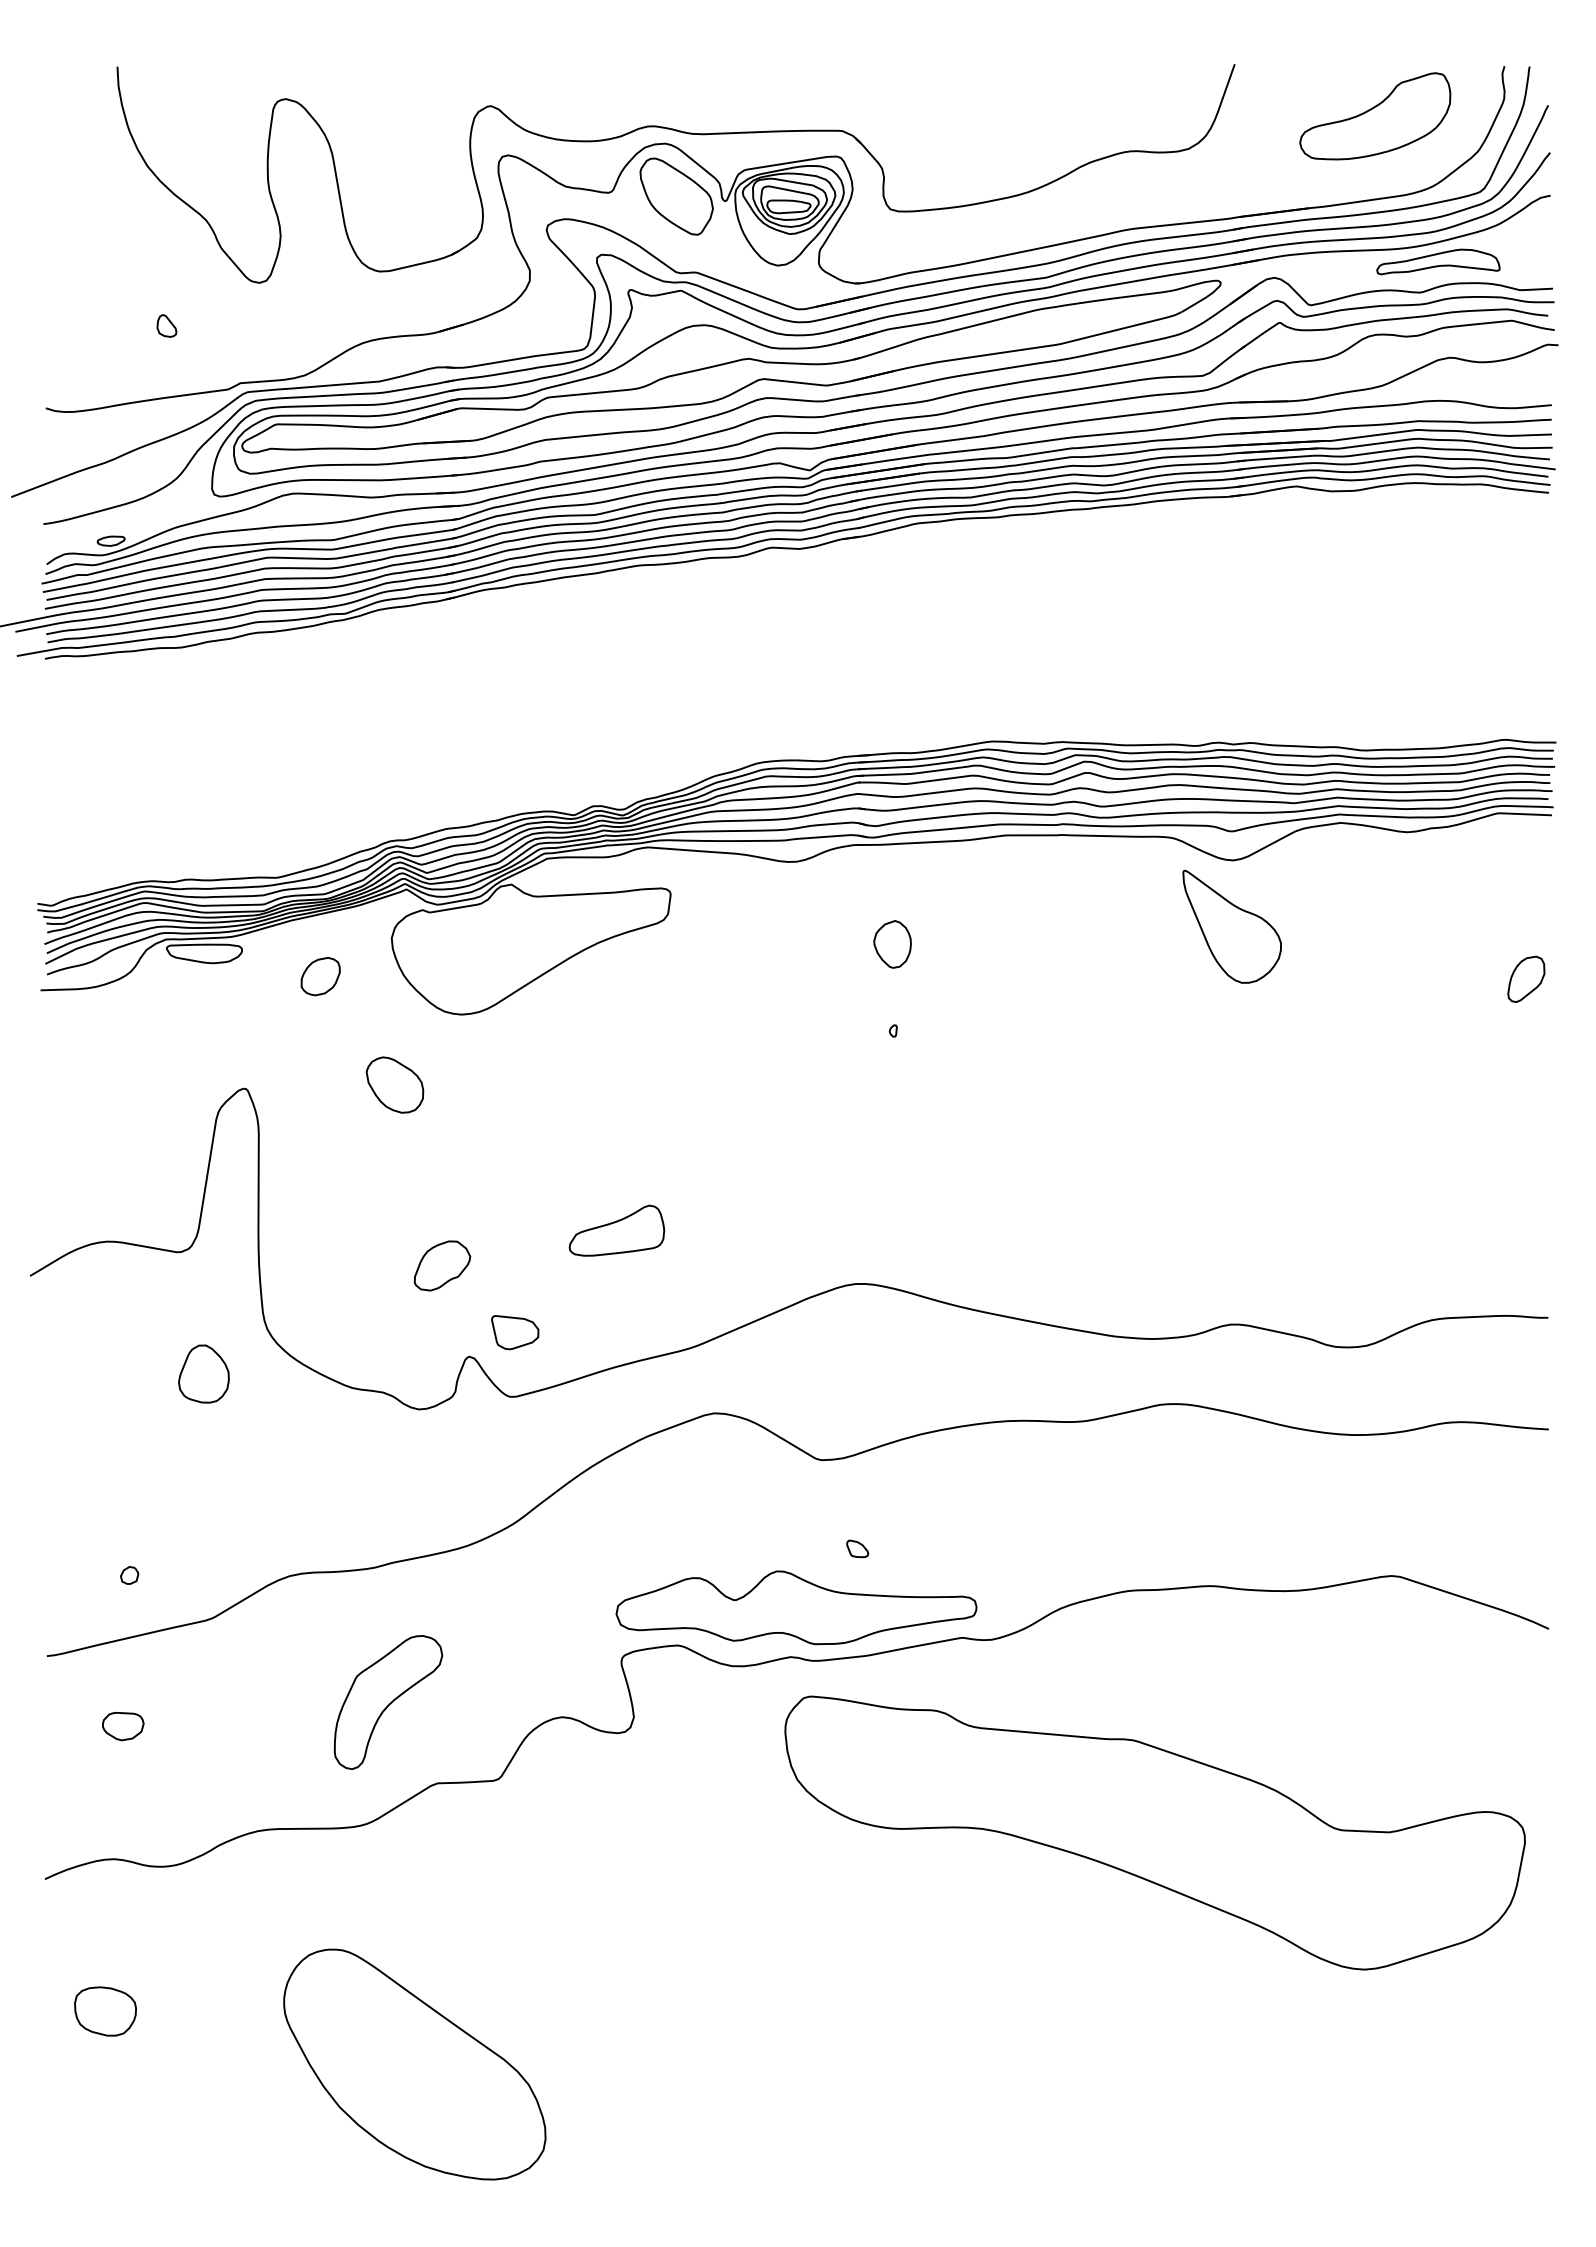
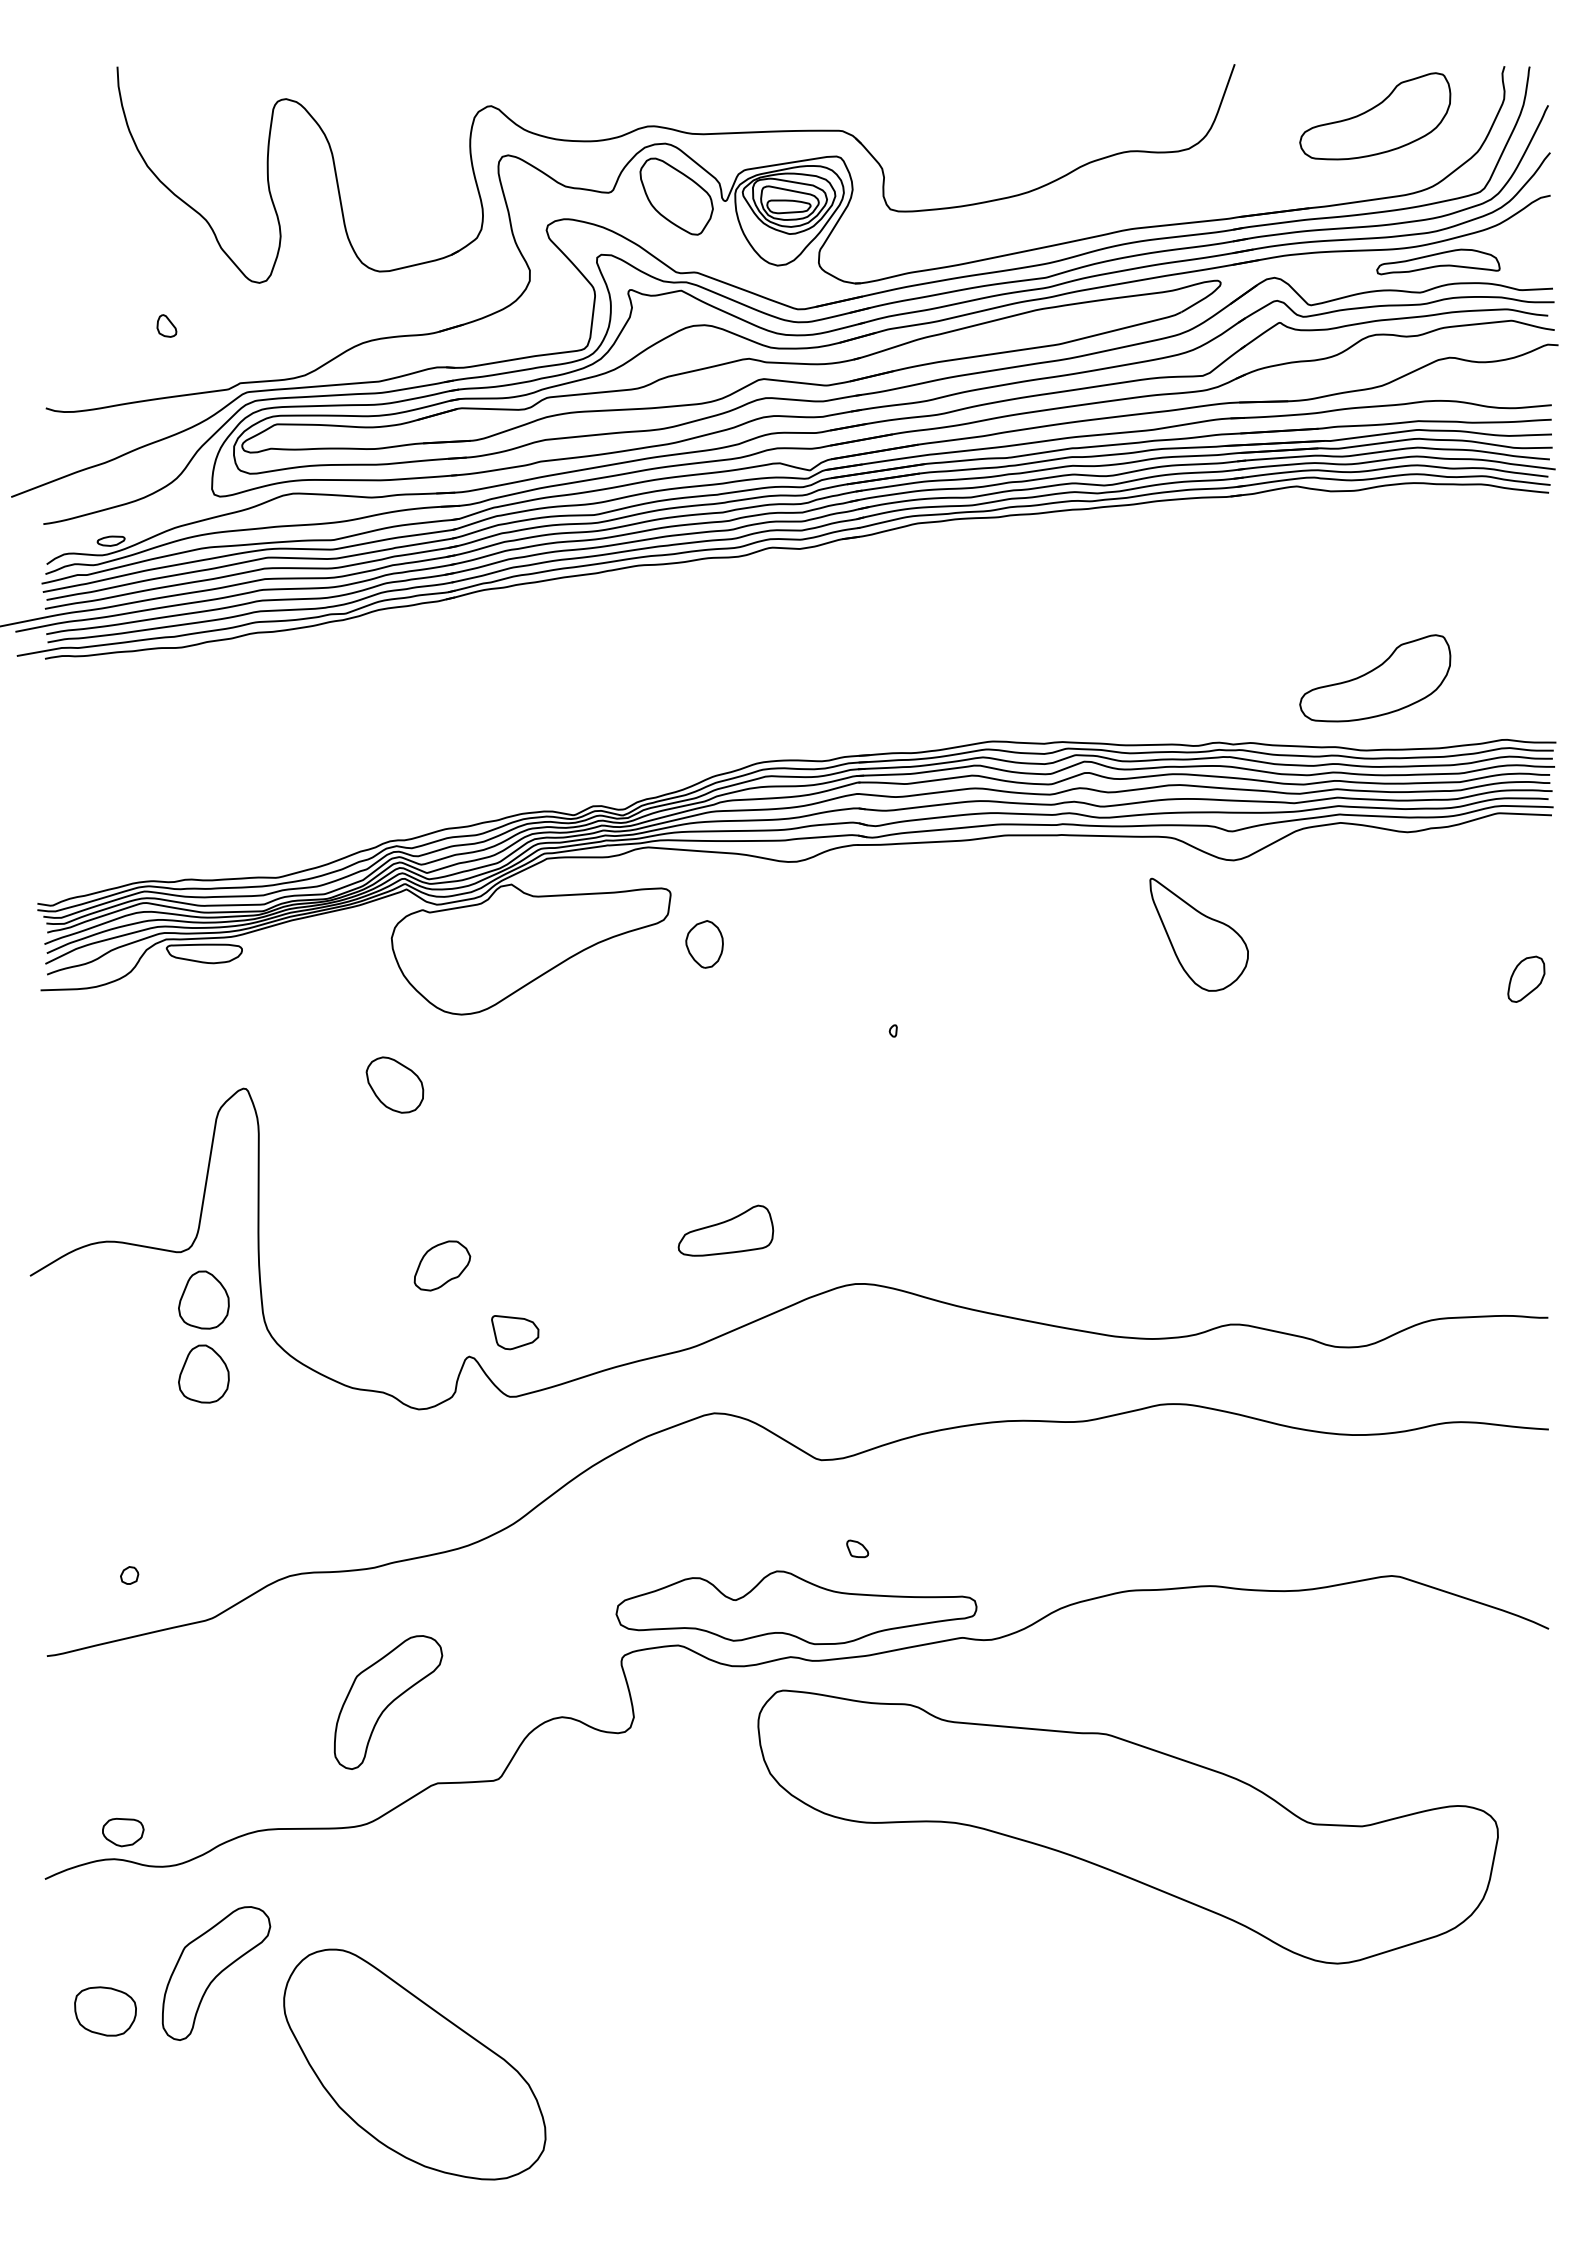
part at (1375, 678): none -> present
part at (1231, 926) position: (1231, 926) -> (1198, 934)
part at (892, 944) position: (892, 944) -> (704, 944)
part at (320, 976): present -> none
part at (616, 1230) position: (616, 1230) -> (725, 1230)
part at (203, 1299): none -> present
part at (123, 1726) position: (123, 1726) -> (123, 1832)
part at (1154, 1832) position: (1154, 1832) -> (1127, 1826)
part at (216, 1973): none -> present
